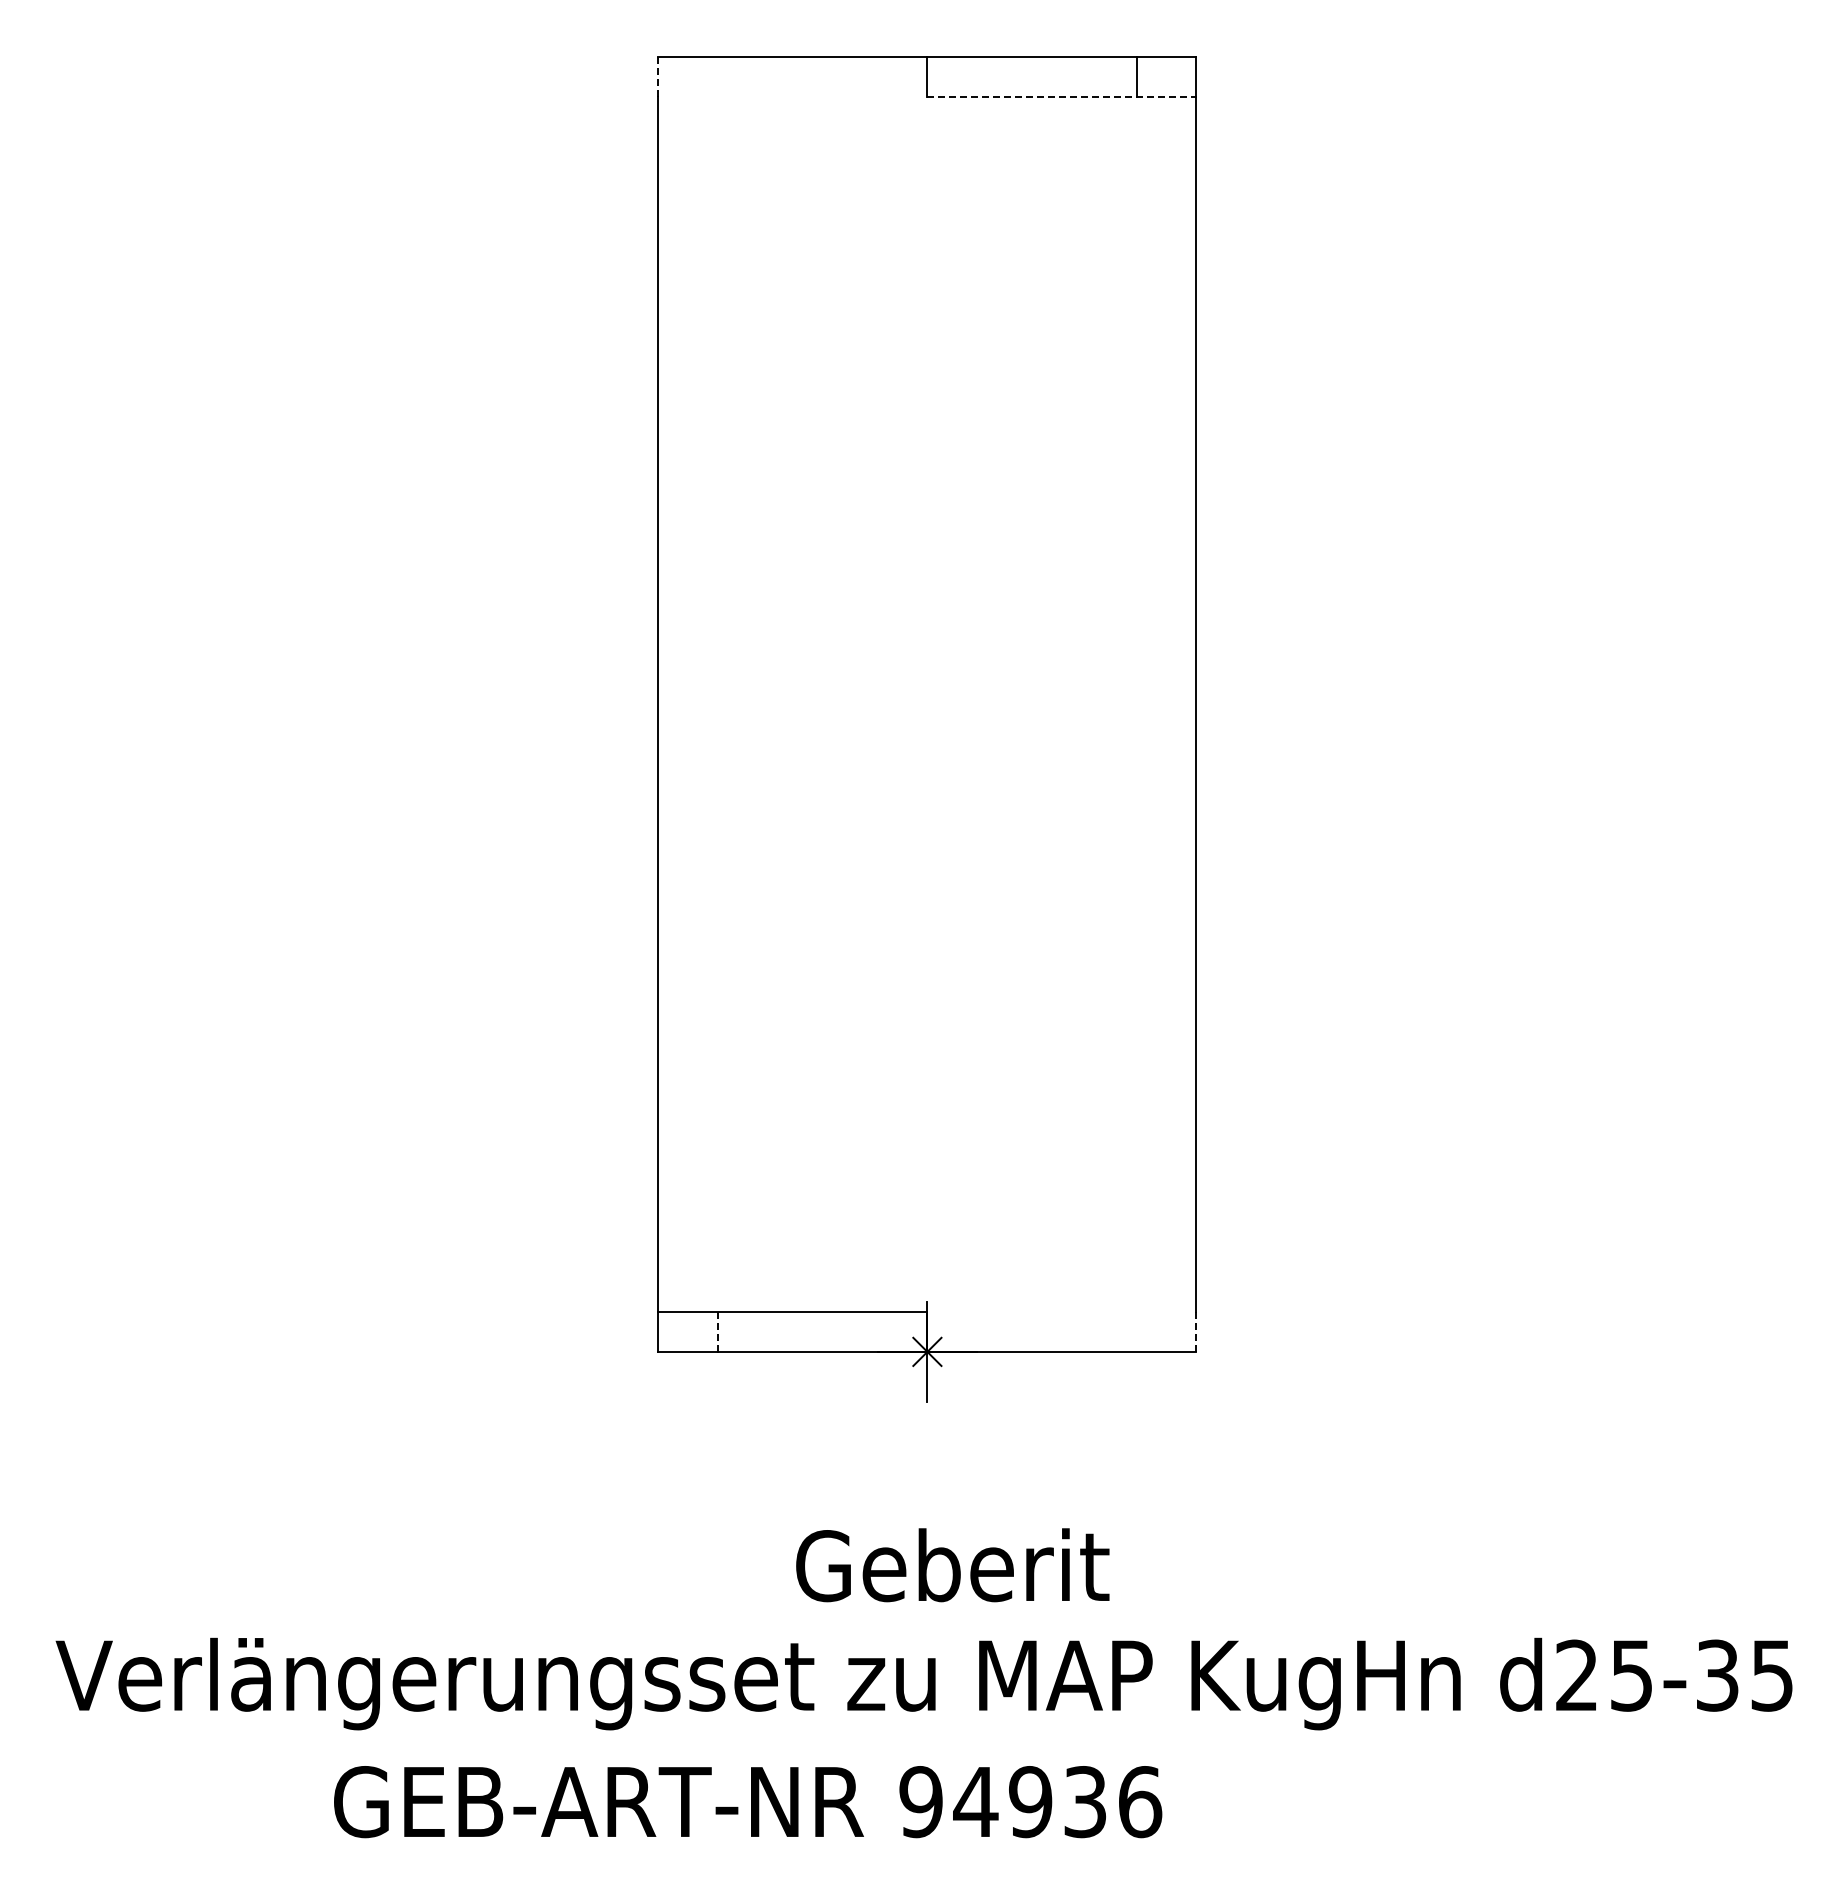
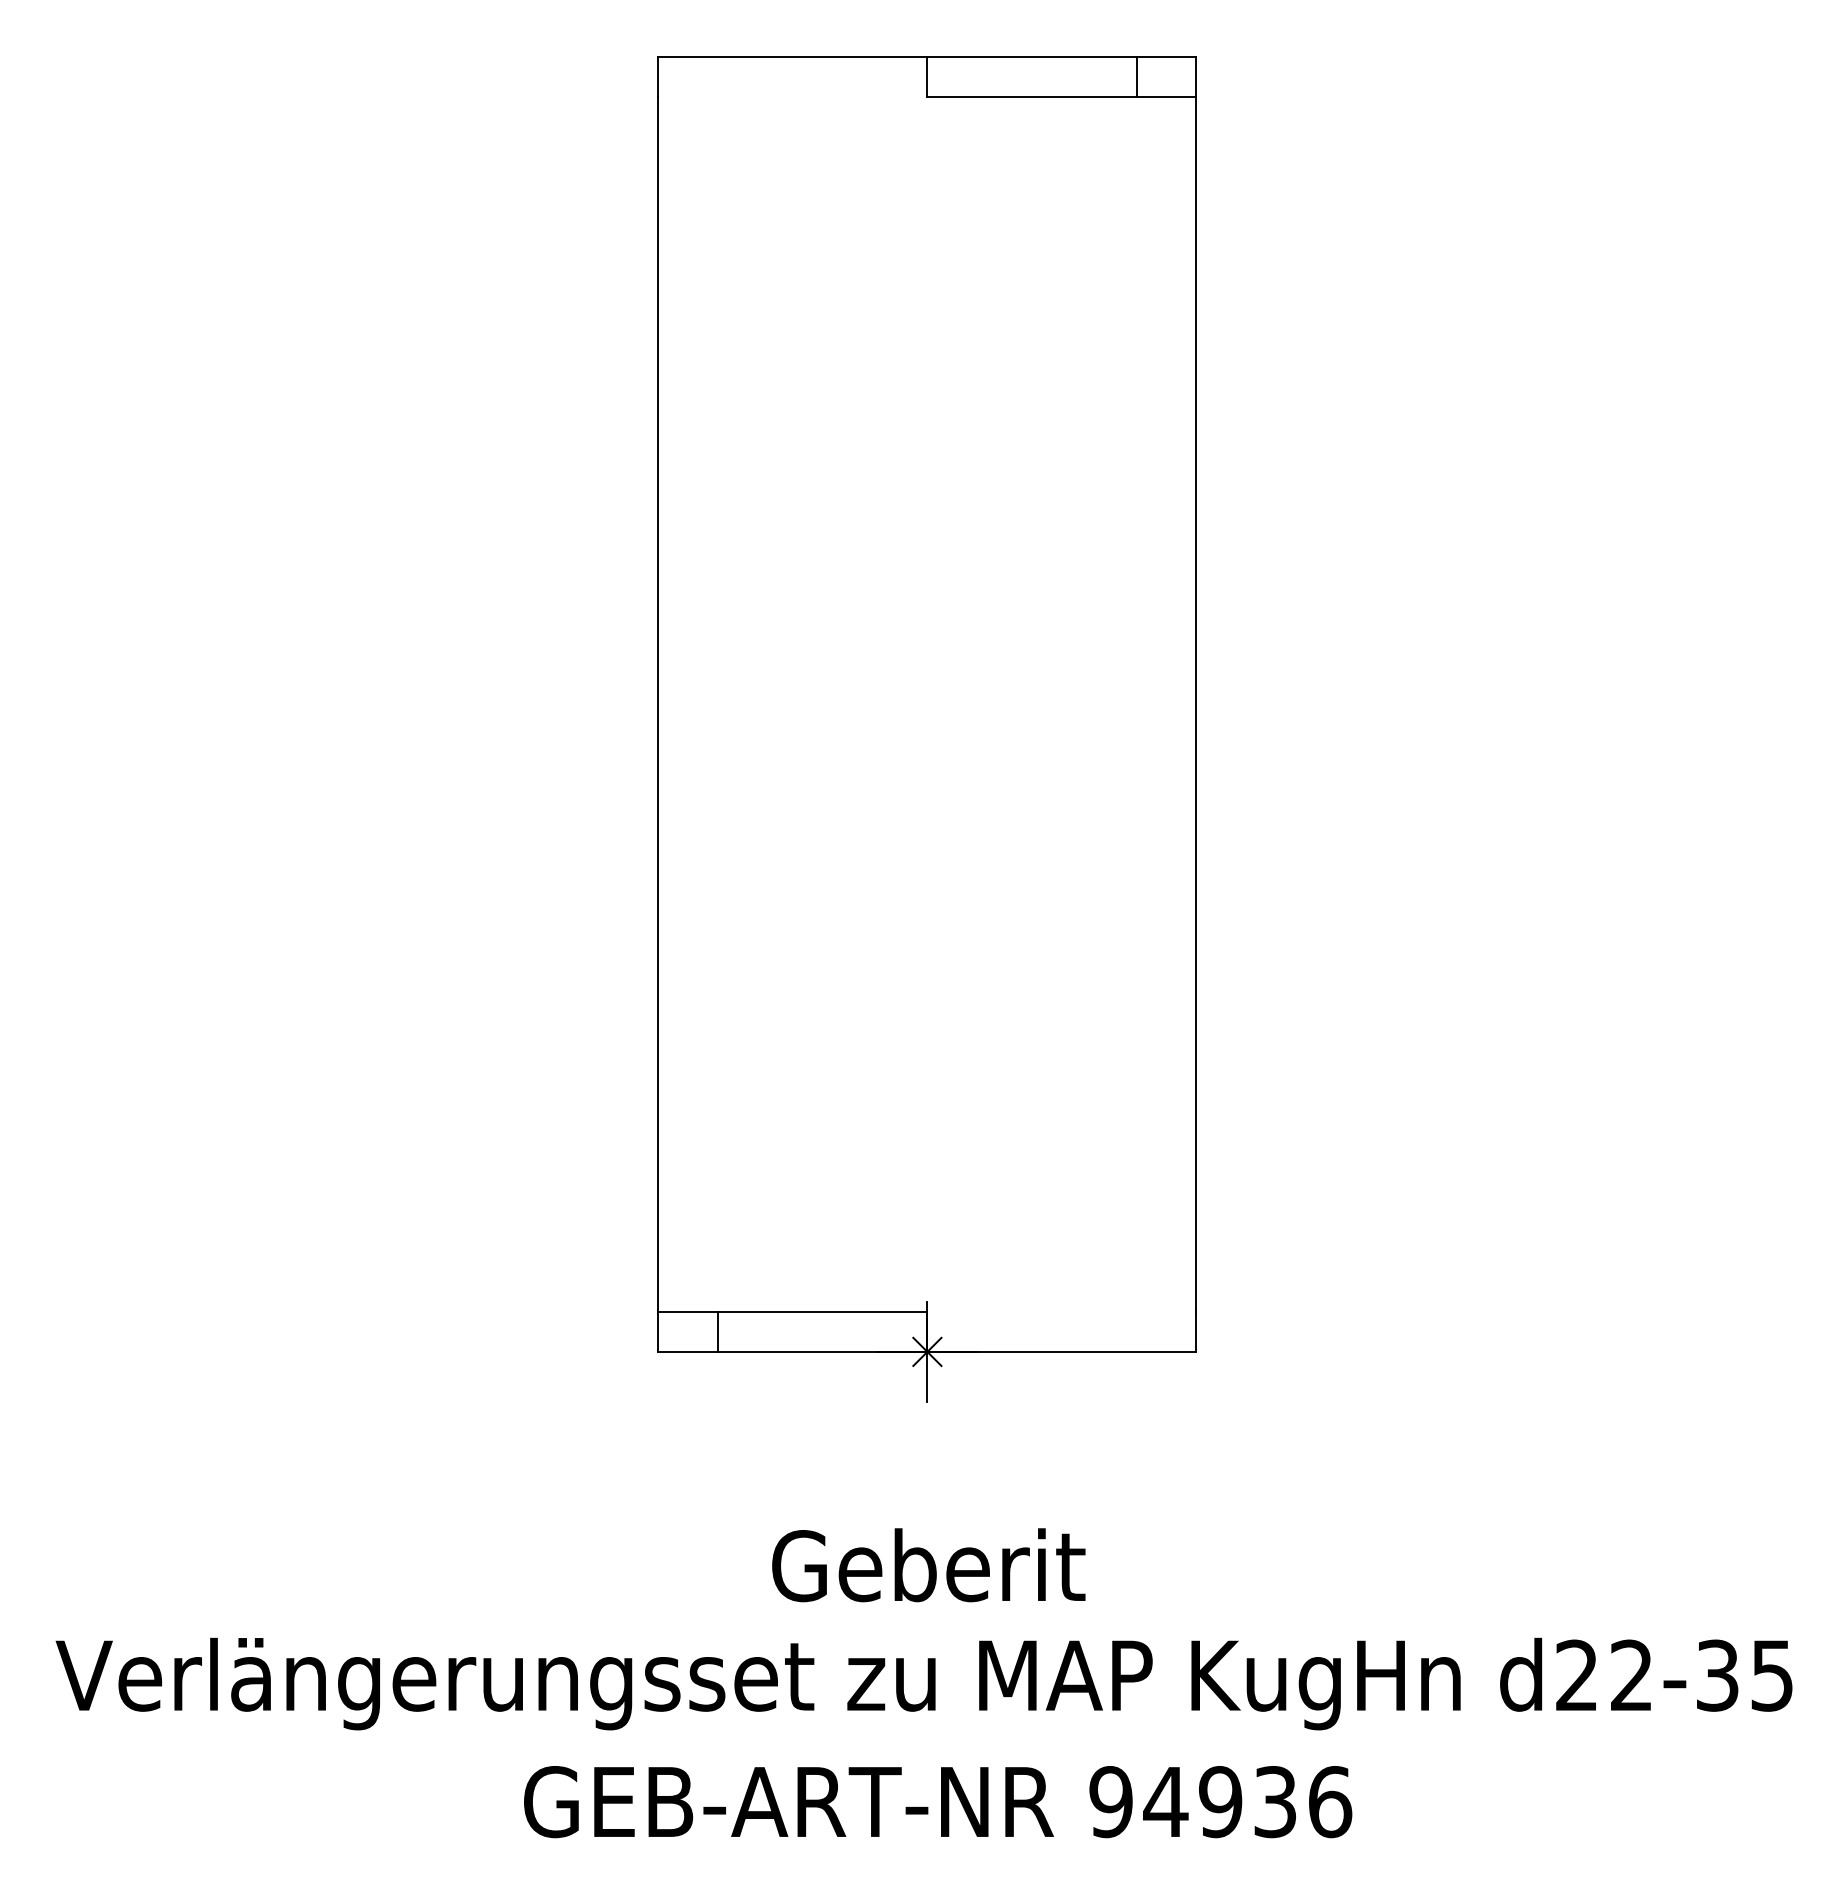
line at (658, 76): dashed -> solid
line at (1062, 96): dashed -> solid
line at (718, 1331): dashed -> solid
line at (1196, 1331): dashed -> solid
text at (952, 1565) position: (952, 1565) -> (928, 1565)
text at (1631, 1675): d25-35 -> d22-35
text at (748, 1802) position: (748, 1802) -> (938, 1802)
